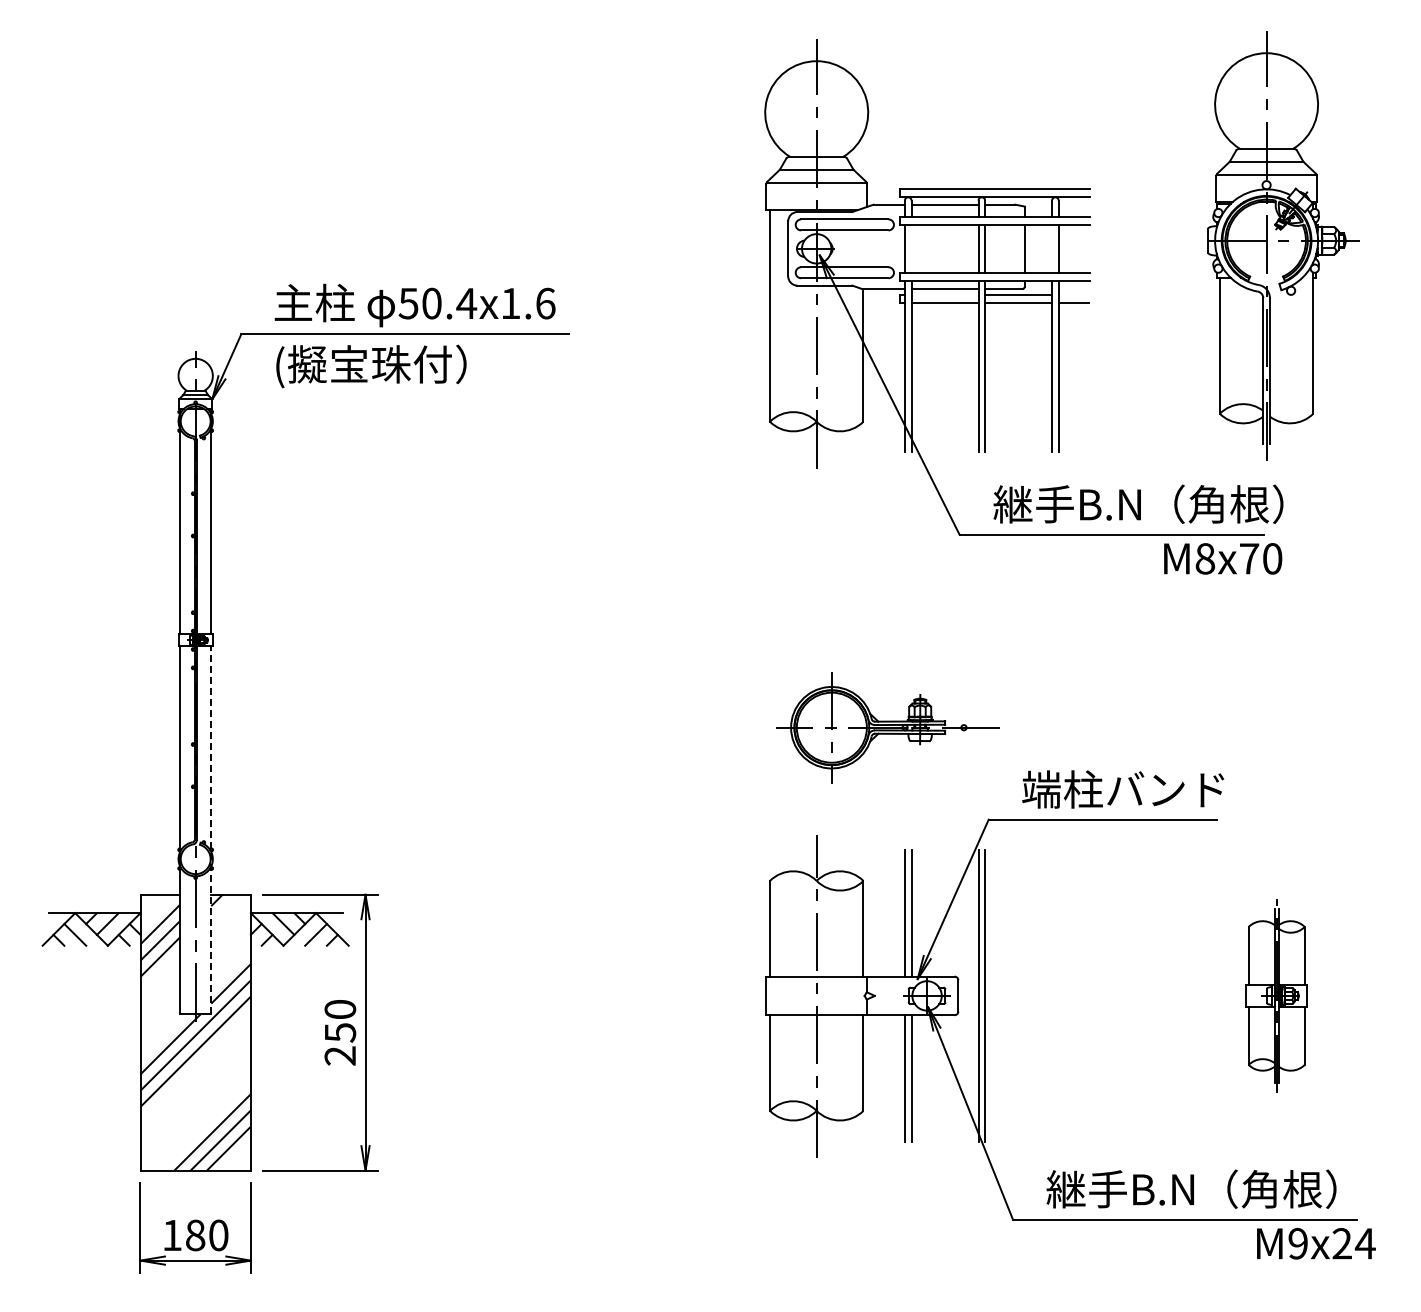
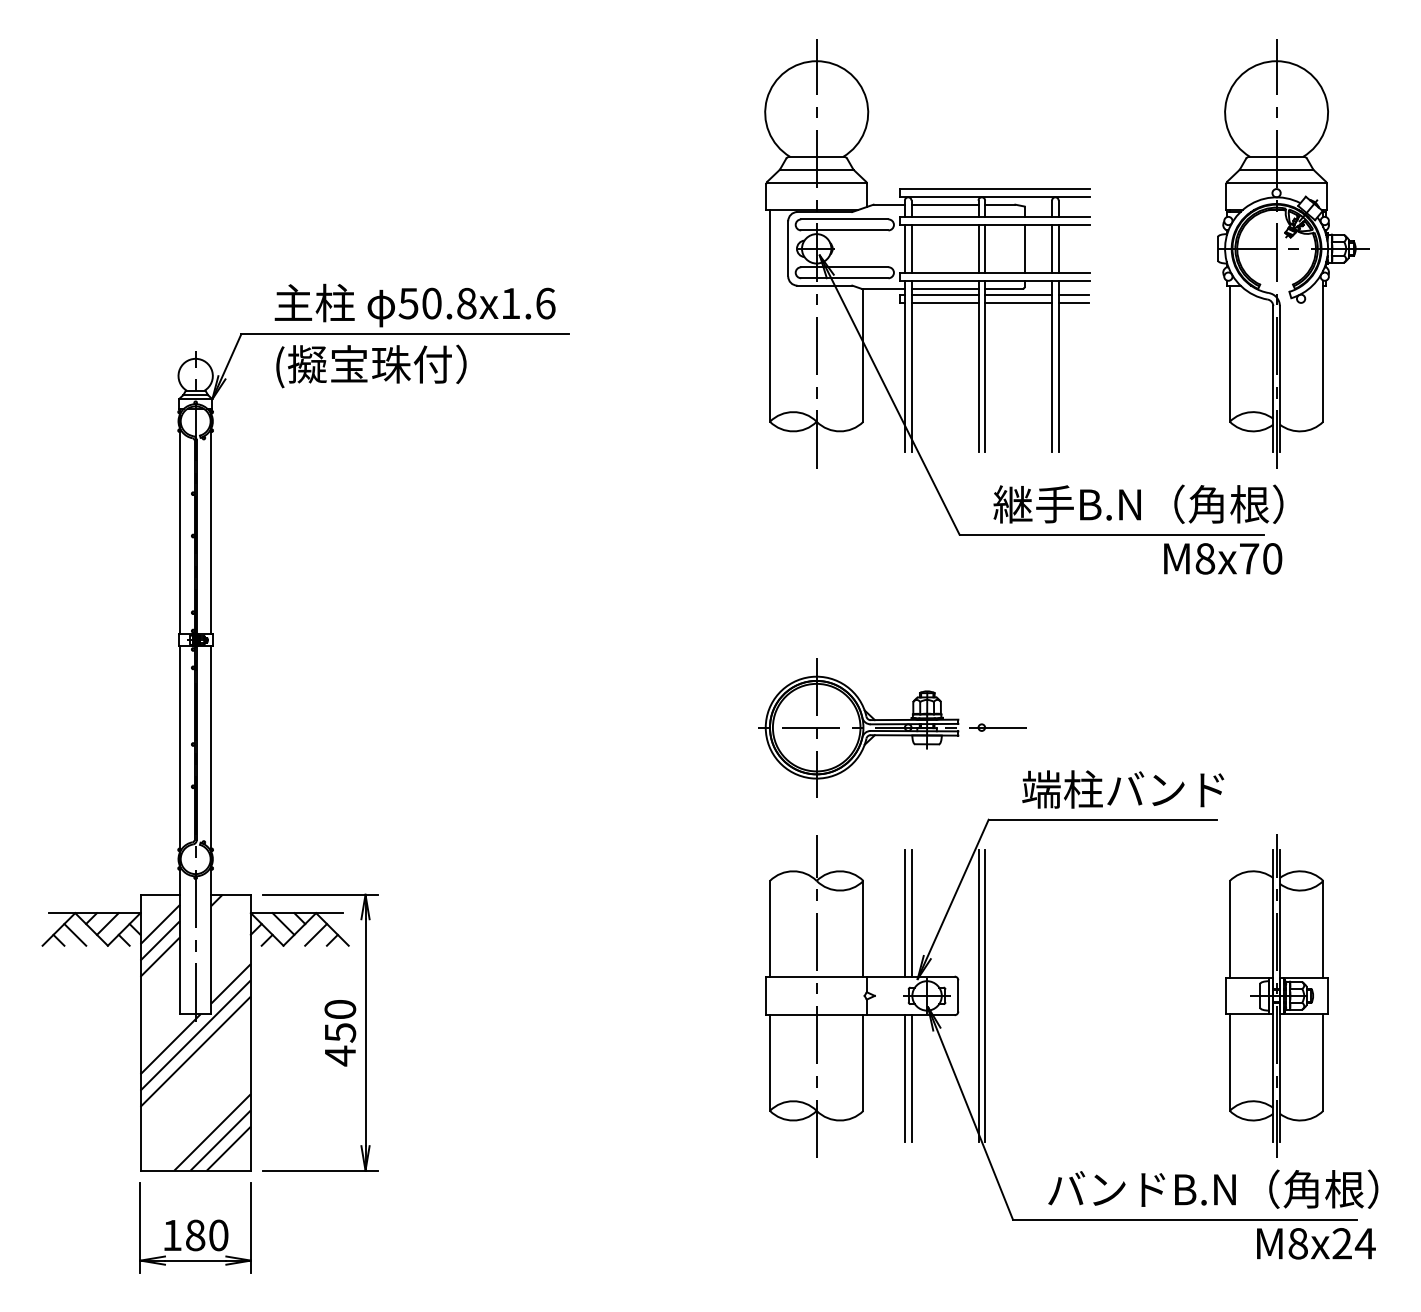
part at (1283, 245) position: (1283, 245) -> (1293, 253)
line at (911, 248): none -> present
line at (1052, 248): none -> present
line at (944, 294): none -> present
line at (1073, 294): none -> present
text at (466, 303): 50.4x1.6 -> 50.8x1.6
part at (888, 727) size: 222x112 px -> 269x140 px
line at (211, 830): dashed -> solid
part at (1276, 995) size: 63x194 px -> 104x324 px
text at (339, 1055): 250 -> 450
text at (1212, 1188): 継手B.N（角根） -> バンドB.N（角根）
text at (1297, 1243): M9x24 -> M8x24
